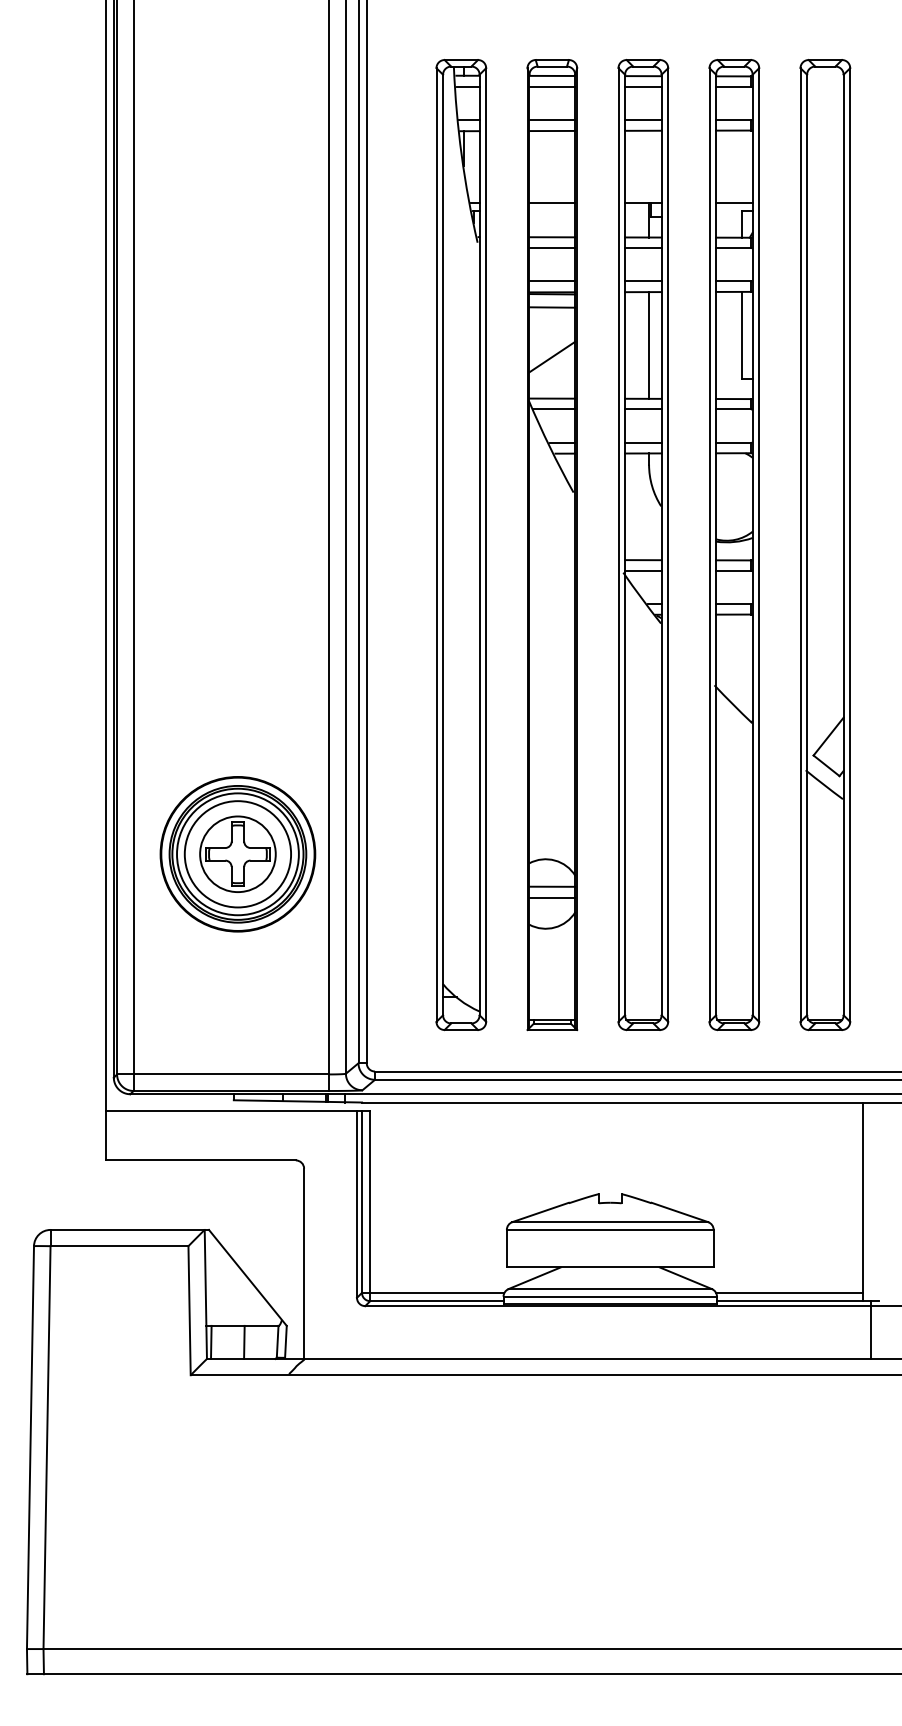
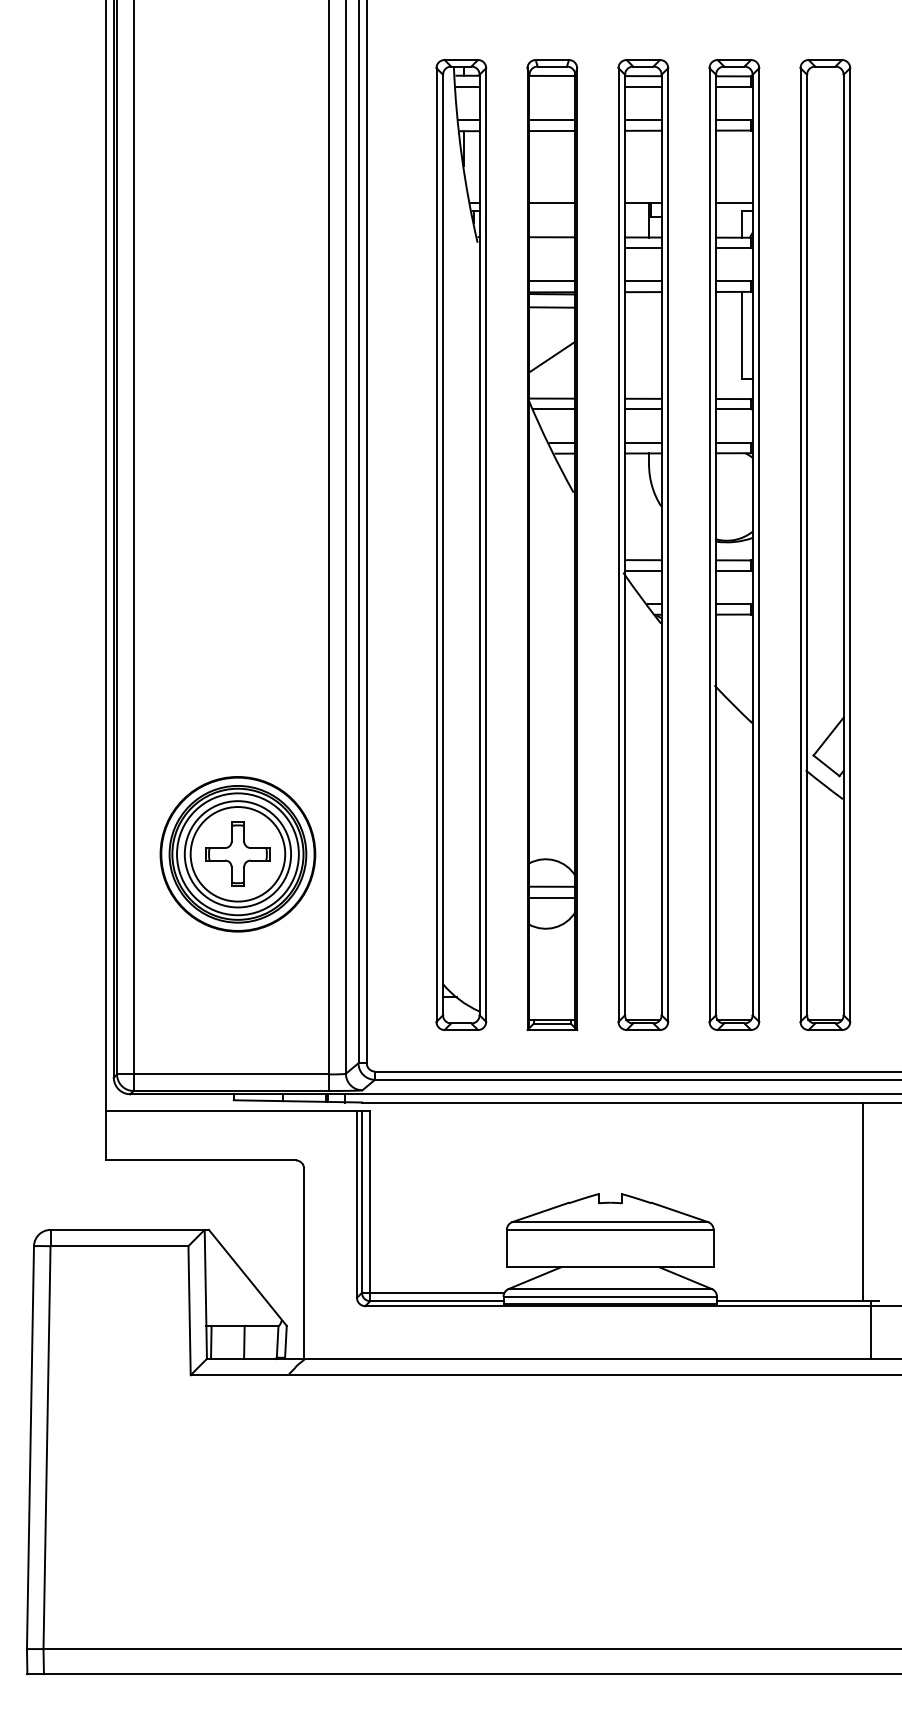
line at (552, 86): present -> none
line at (552, 248): present -> none
line at (649, 345): present -> none
circle at (237, 854) diameter: 76 px -> 95 px
line at (789, 1292): present -> none
